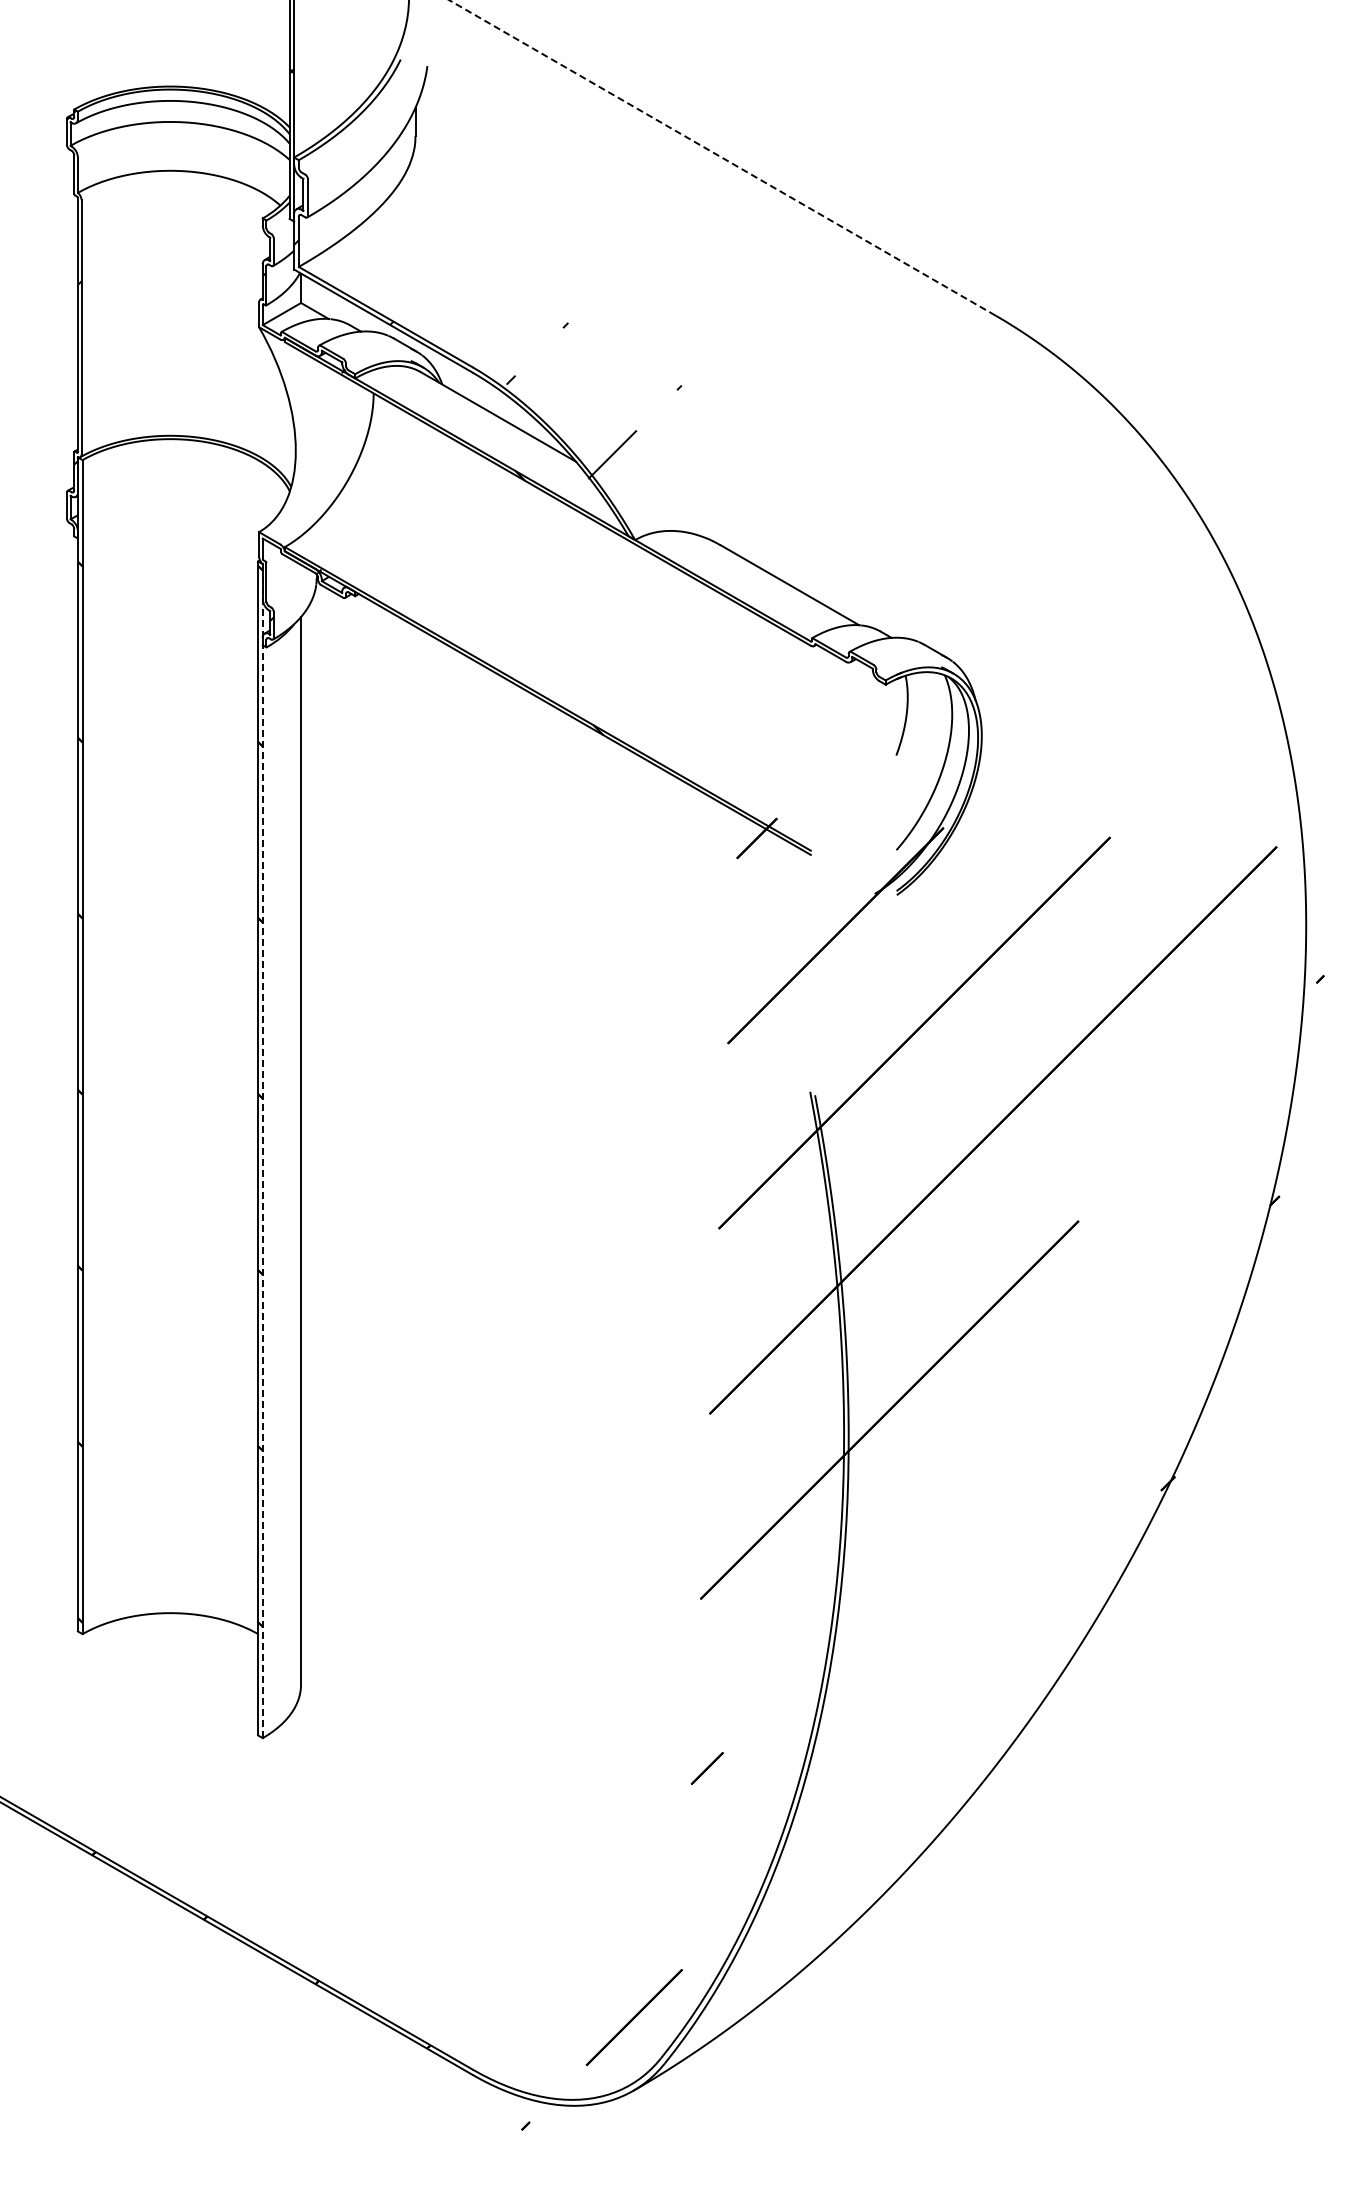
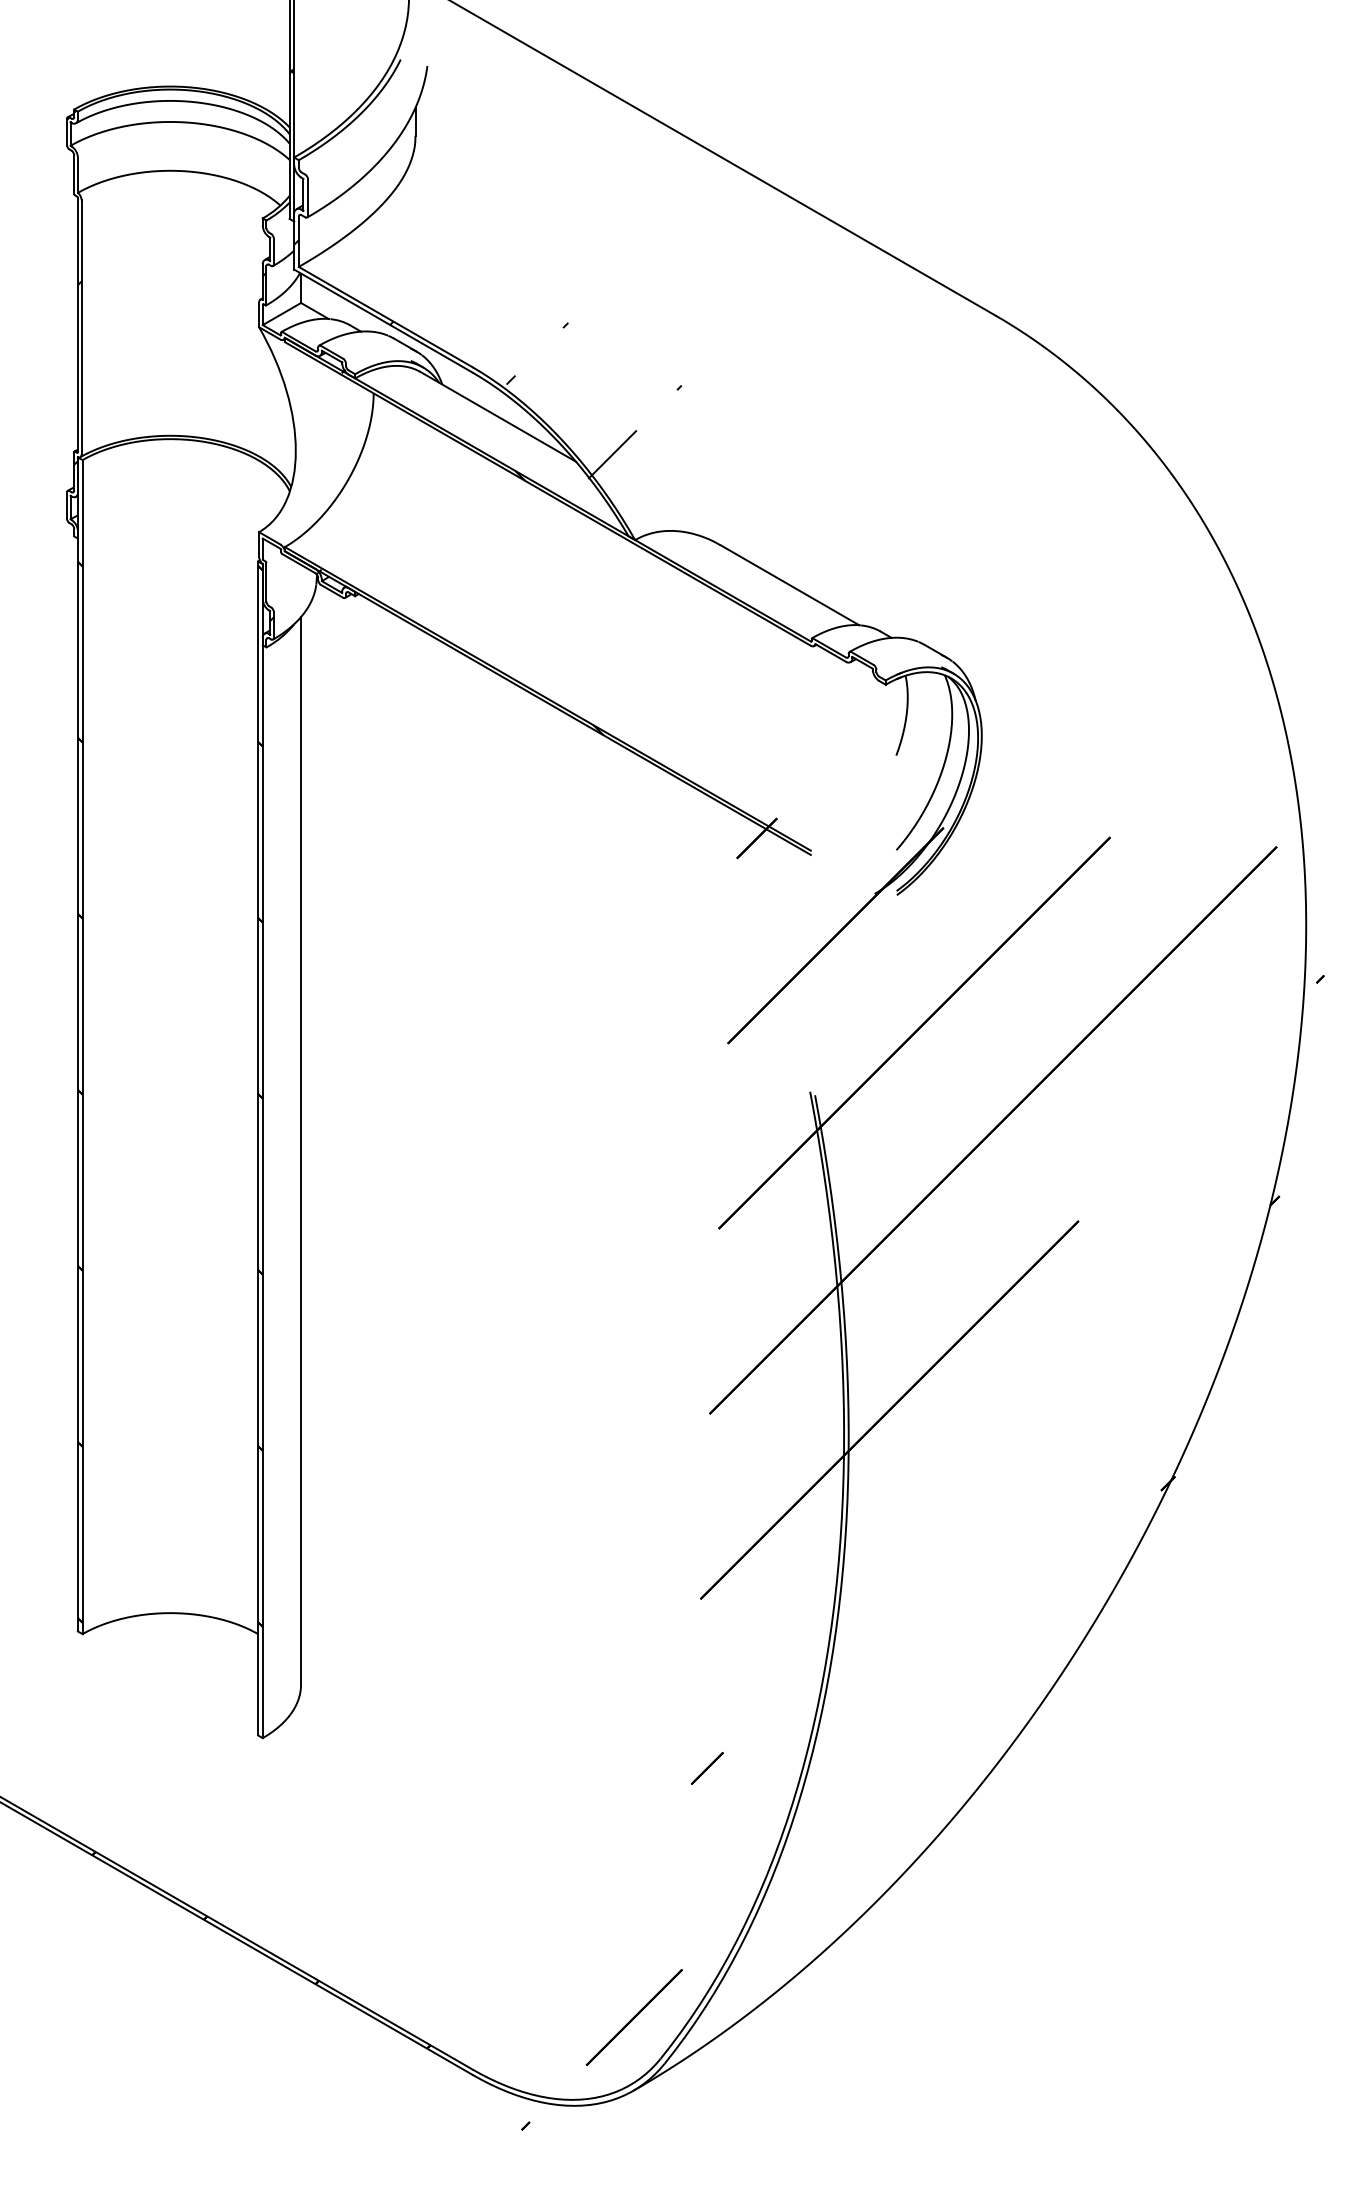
line at (721, 157): dashed -> solid
line at (262, 1151): dashed -> solid
